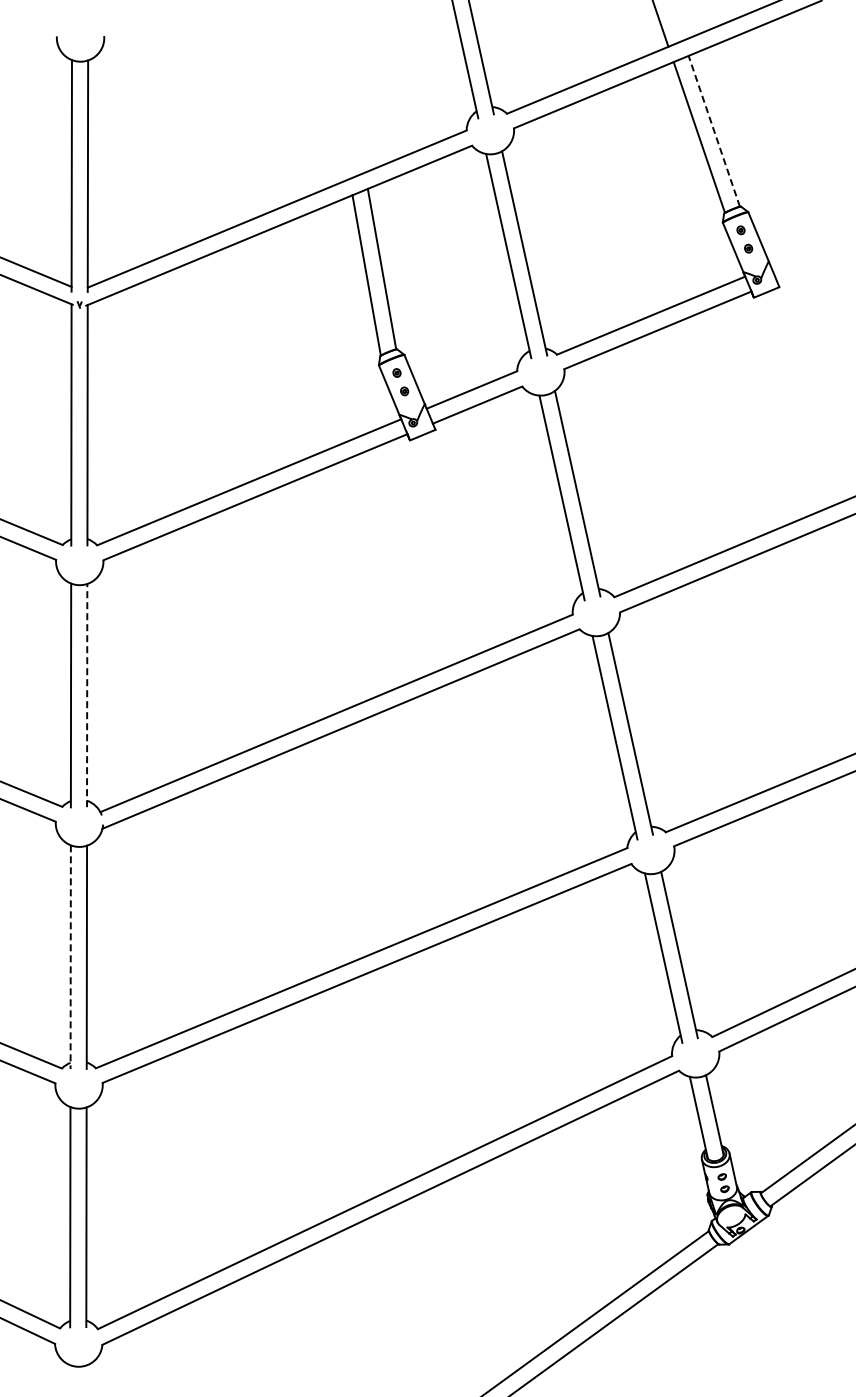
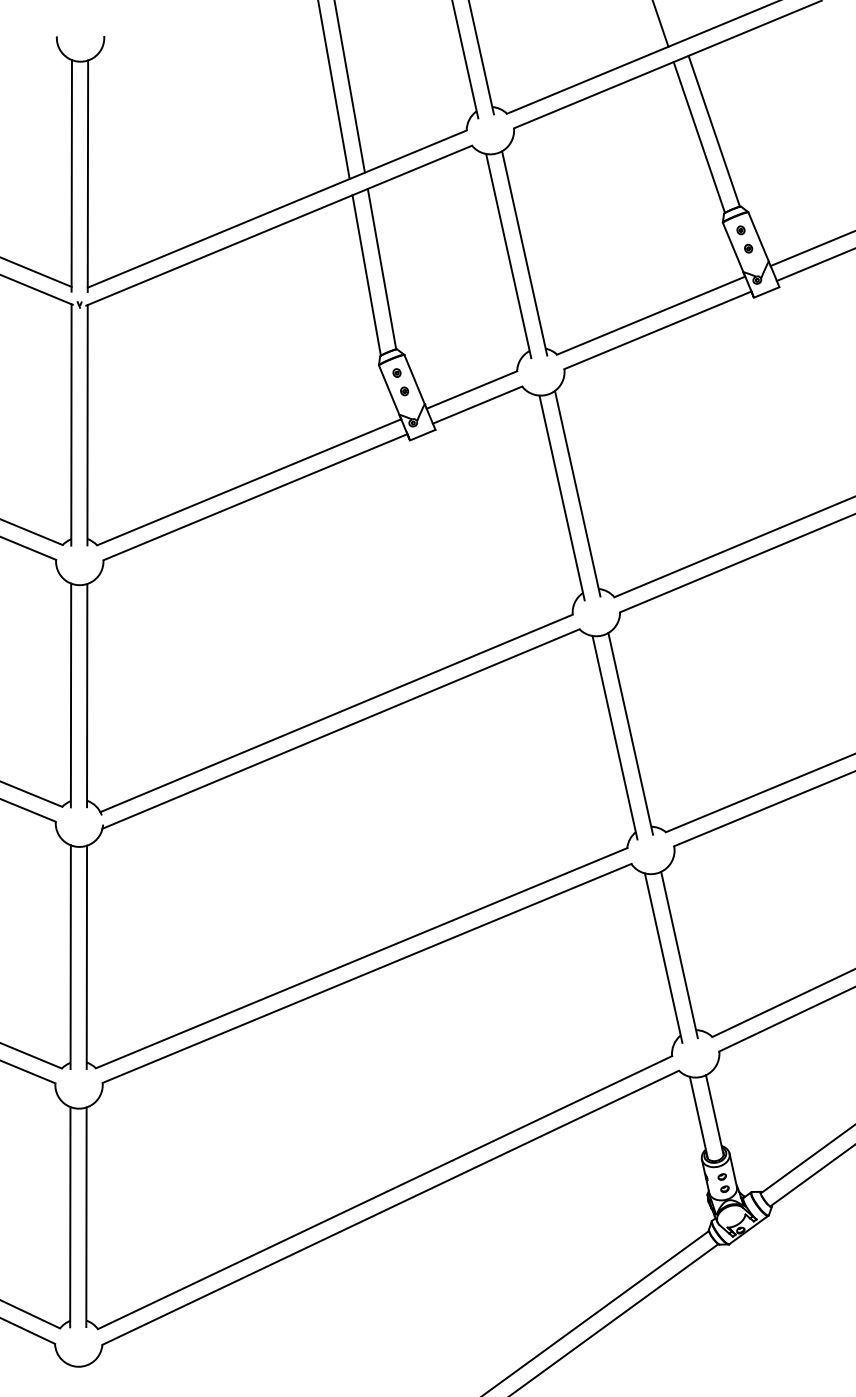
line at (349, 87): none -> present
line at (333, 90): none -> present
line at (714, 131): dashed -> solid
line at (811, 249): none -> present
line at (814, 264): none -> present
line at (87, 695): dashed -> solid
line at (70, 957): dashed -> solid
